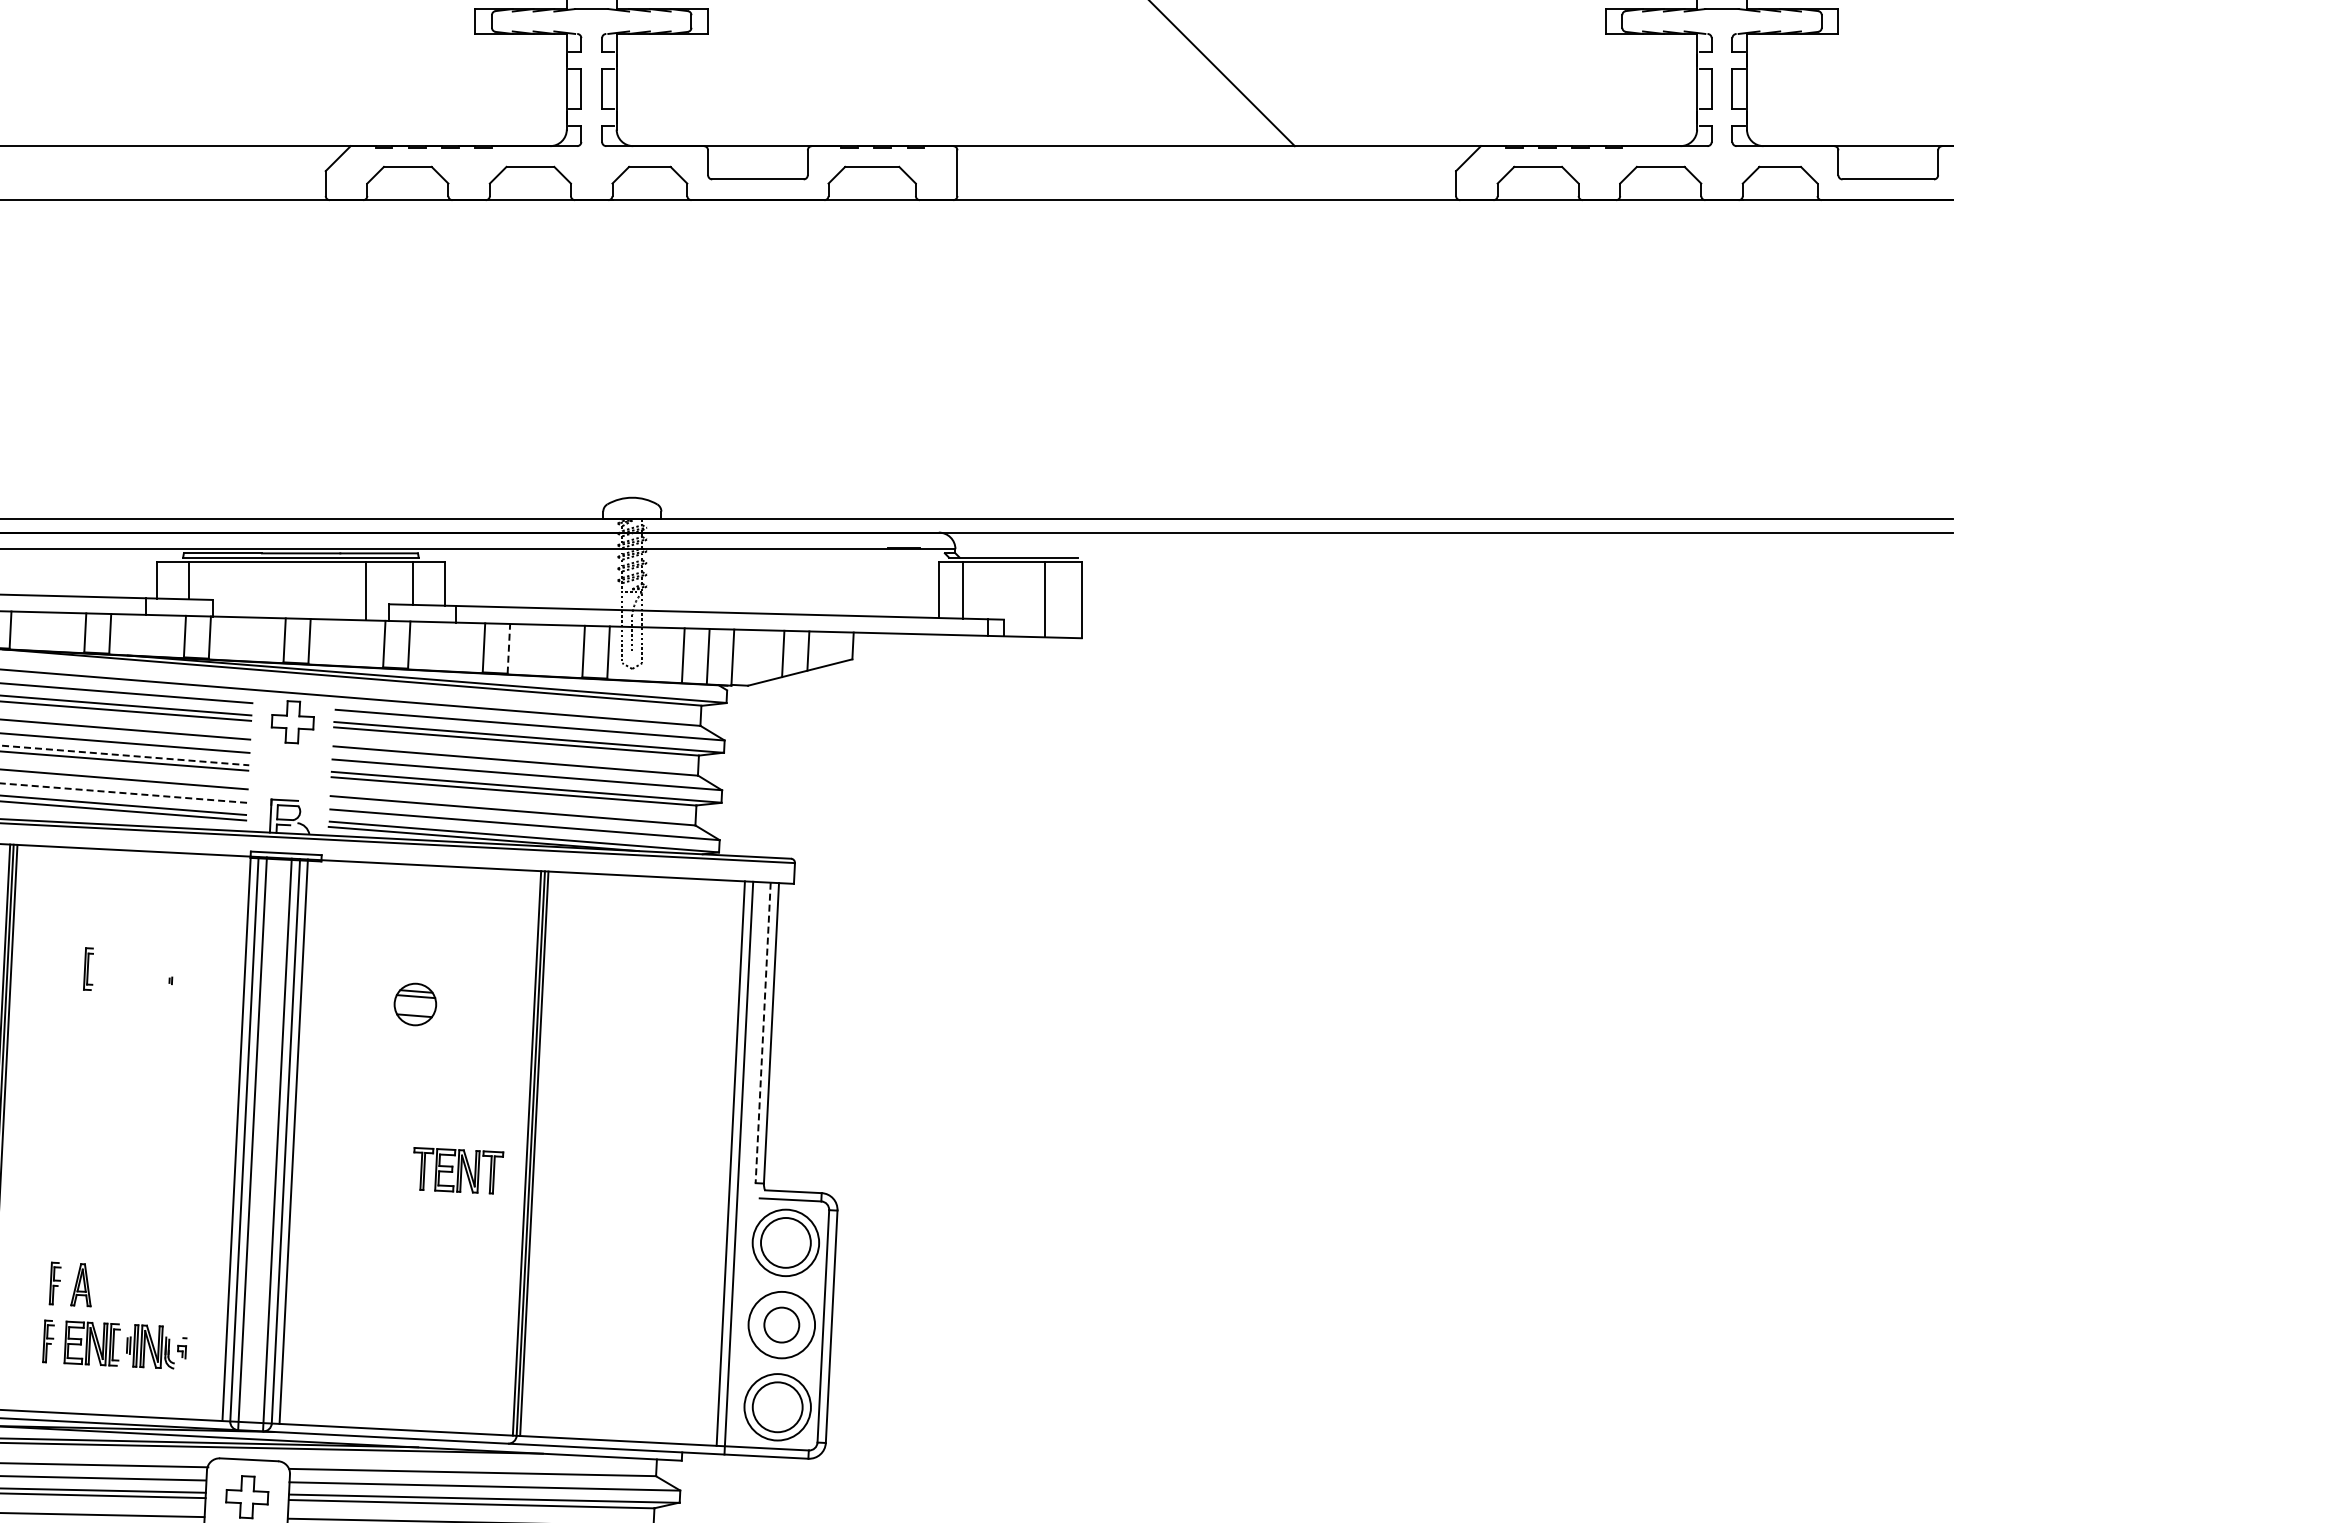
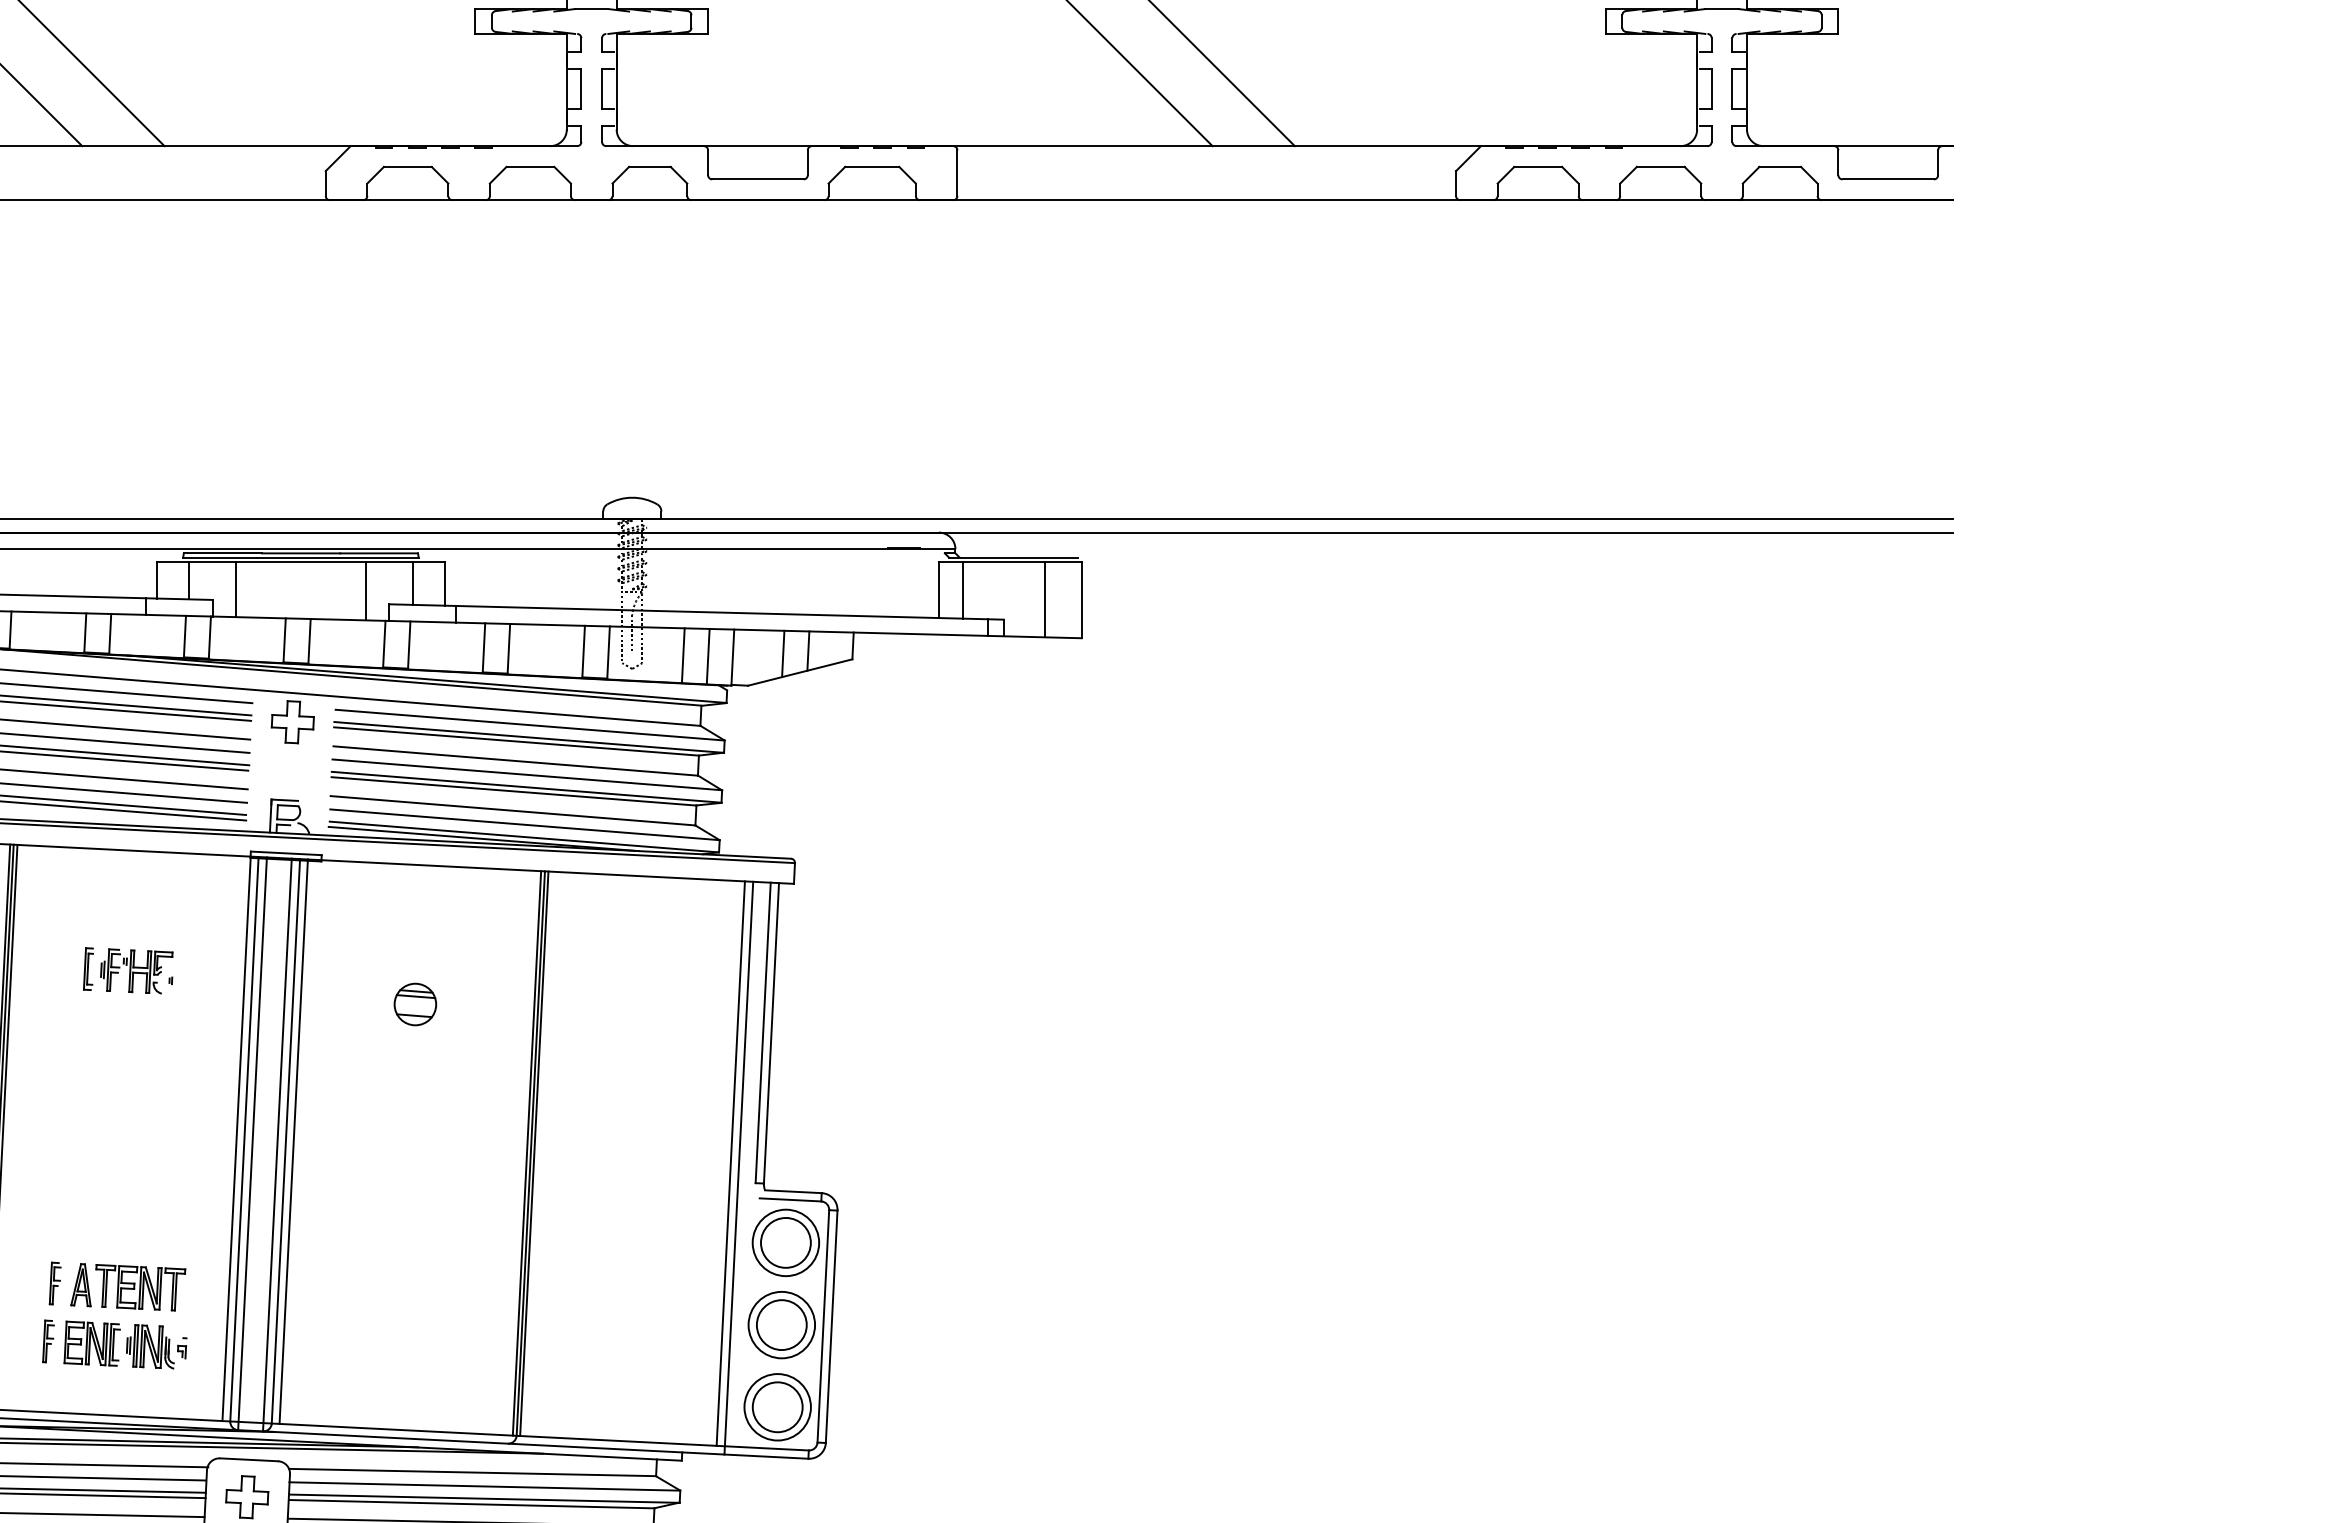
line at (92, 74): none -> present
line at (1140, 74): none -> present
line at (42, 106): none -> present
line at (236, 589): none -> present
line at (508, 648): dashed -> solid
line at (124, 755): dashed -> solid
line at (123, 793): dashed -> solid
part at (136, 971): none -> present
line at (763, 1033): dashed -> solid
part at (458, 1170) position: (458, 1170) -> (140, 1287)
circle at (781, 1324) diameter: 35 px -> 50 px
